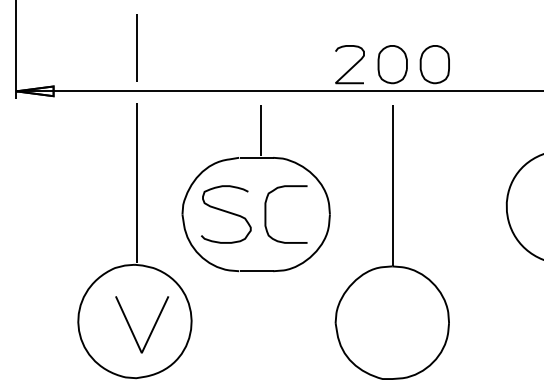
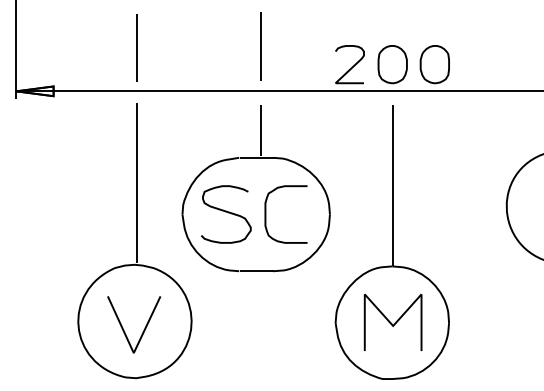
line at (260, 46): none -> present
curve at (391, 322): none -> present
curve at (151, 329) position: (151, 329) -> (143, 329)
